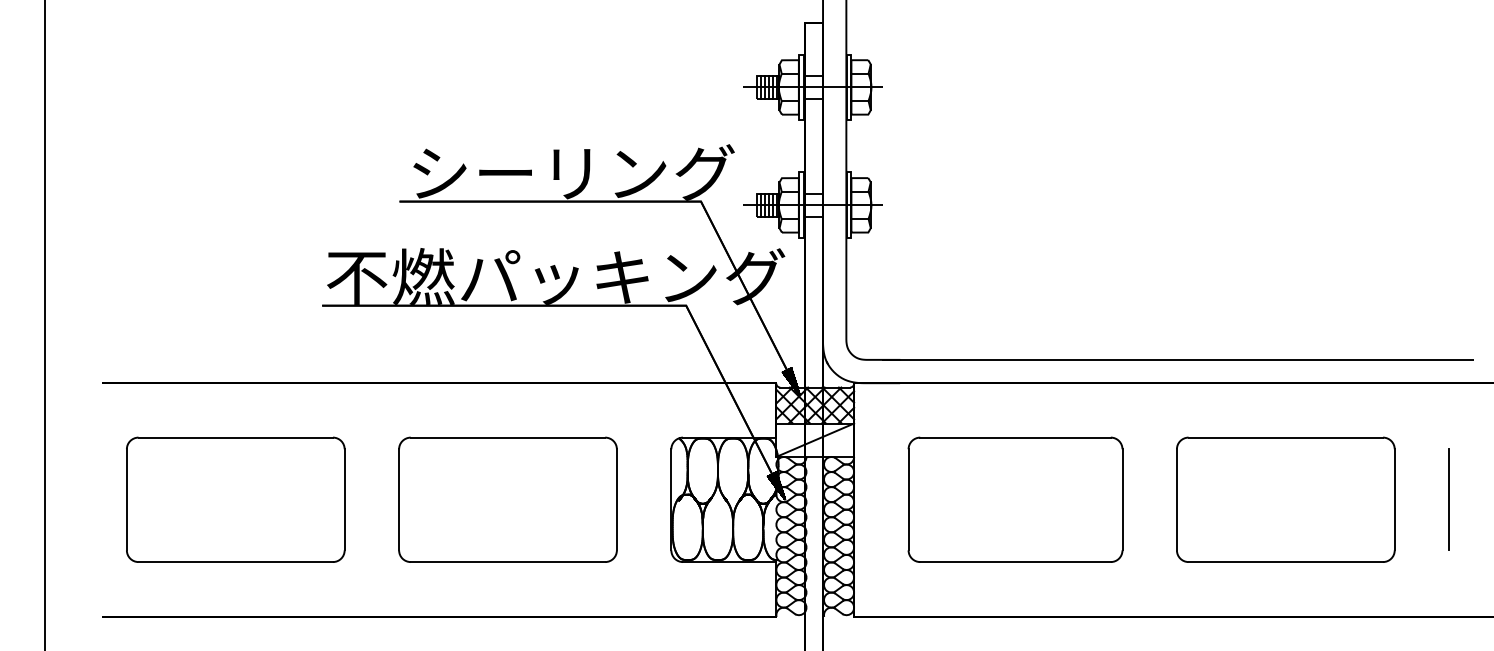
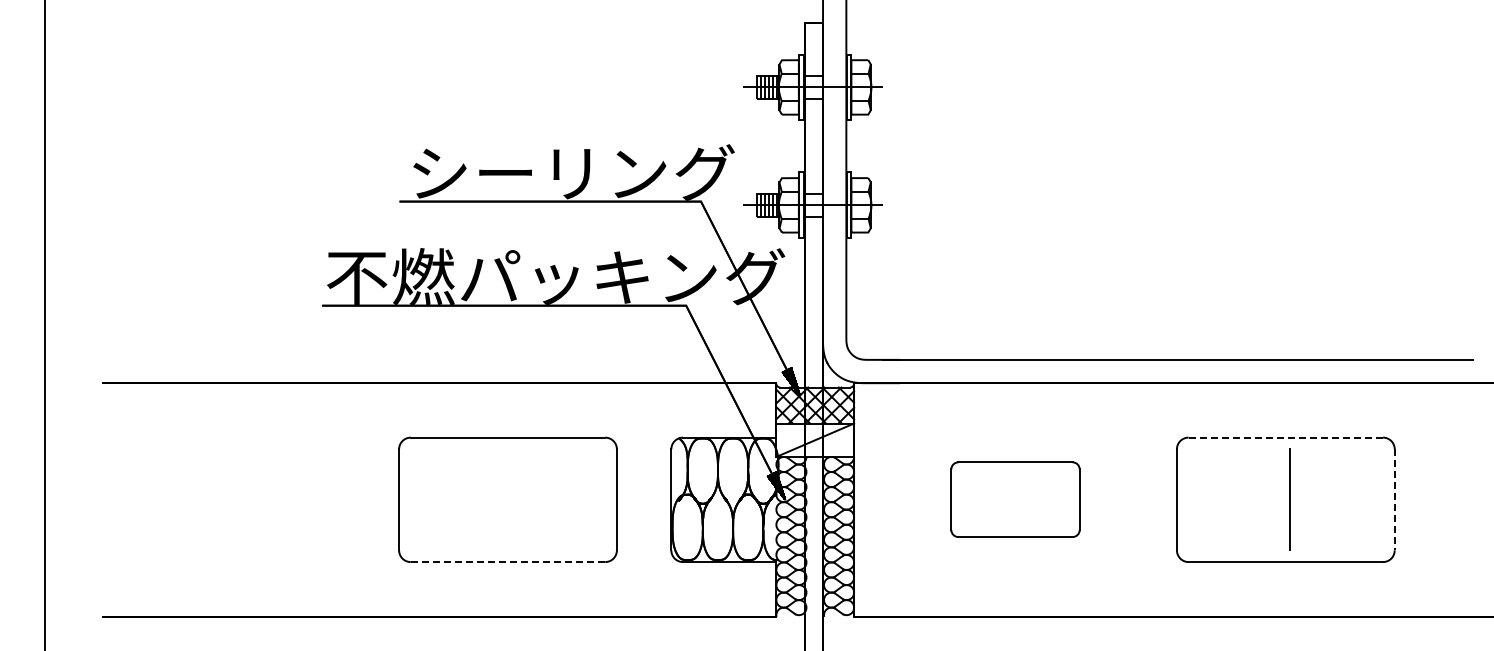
line at (1286, 437): solid -> dashed
part at (235, 499): present -> none
part at (1015, 499) size: 217x127 px -> 131x77 px
line at (1394, 499): solid -> dashed
line at (1448, 499) position: (1448, 499) -> (1289, 499)
line at (507, 562): solid -> dashed
